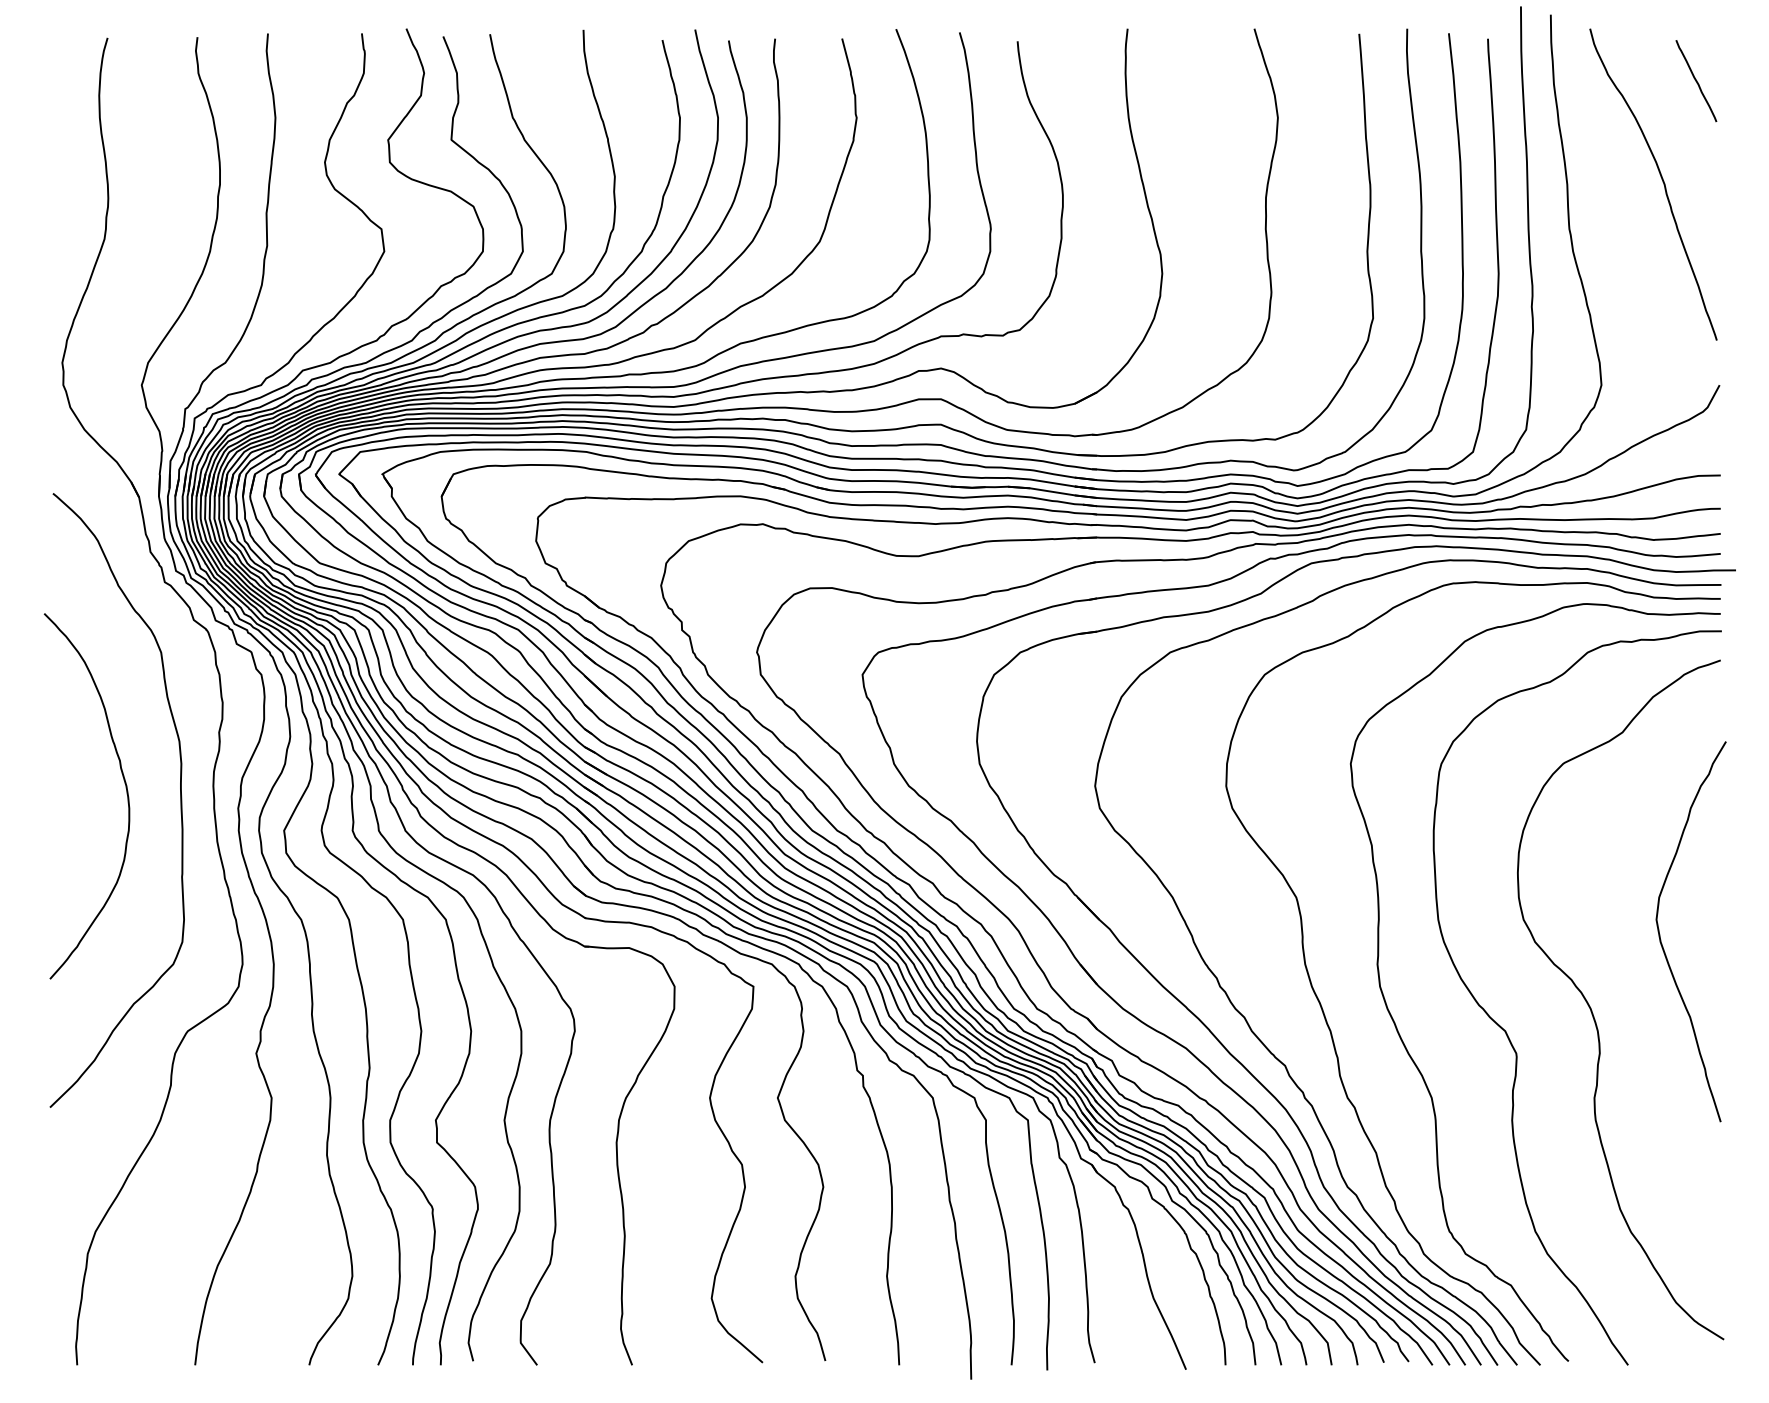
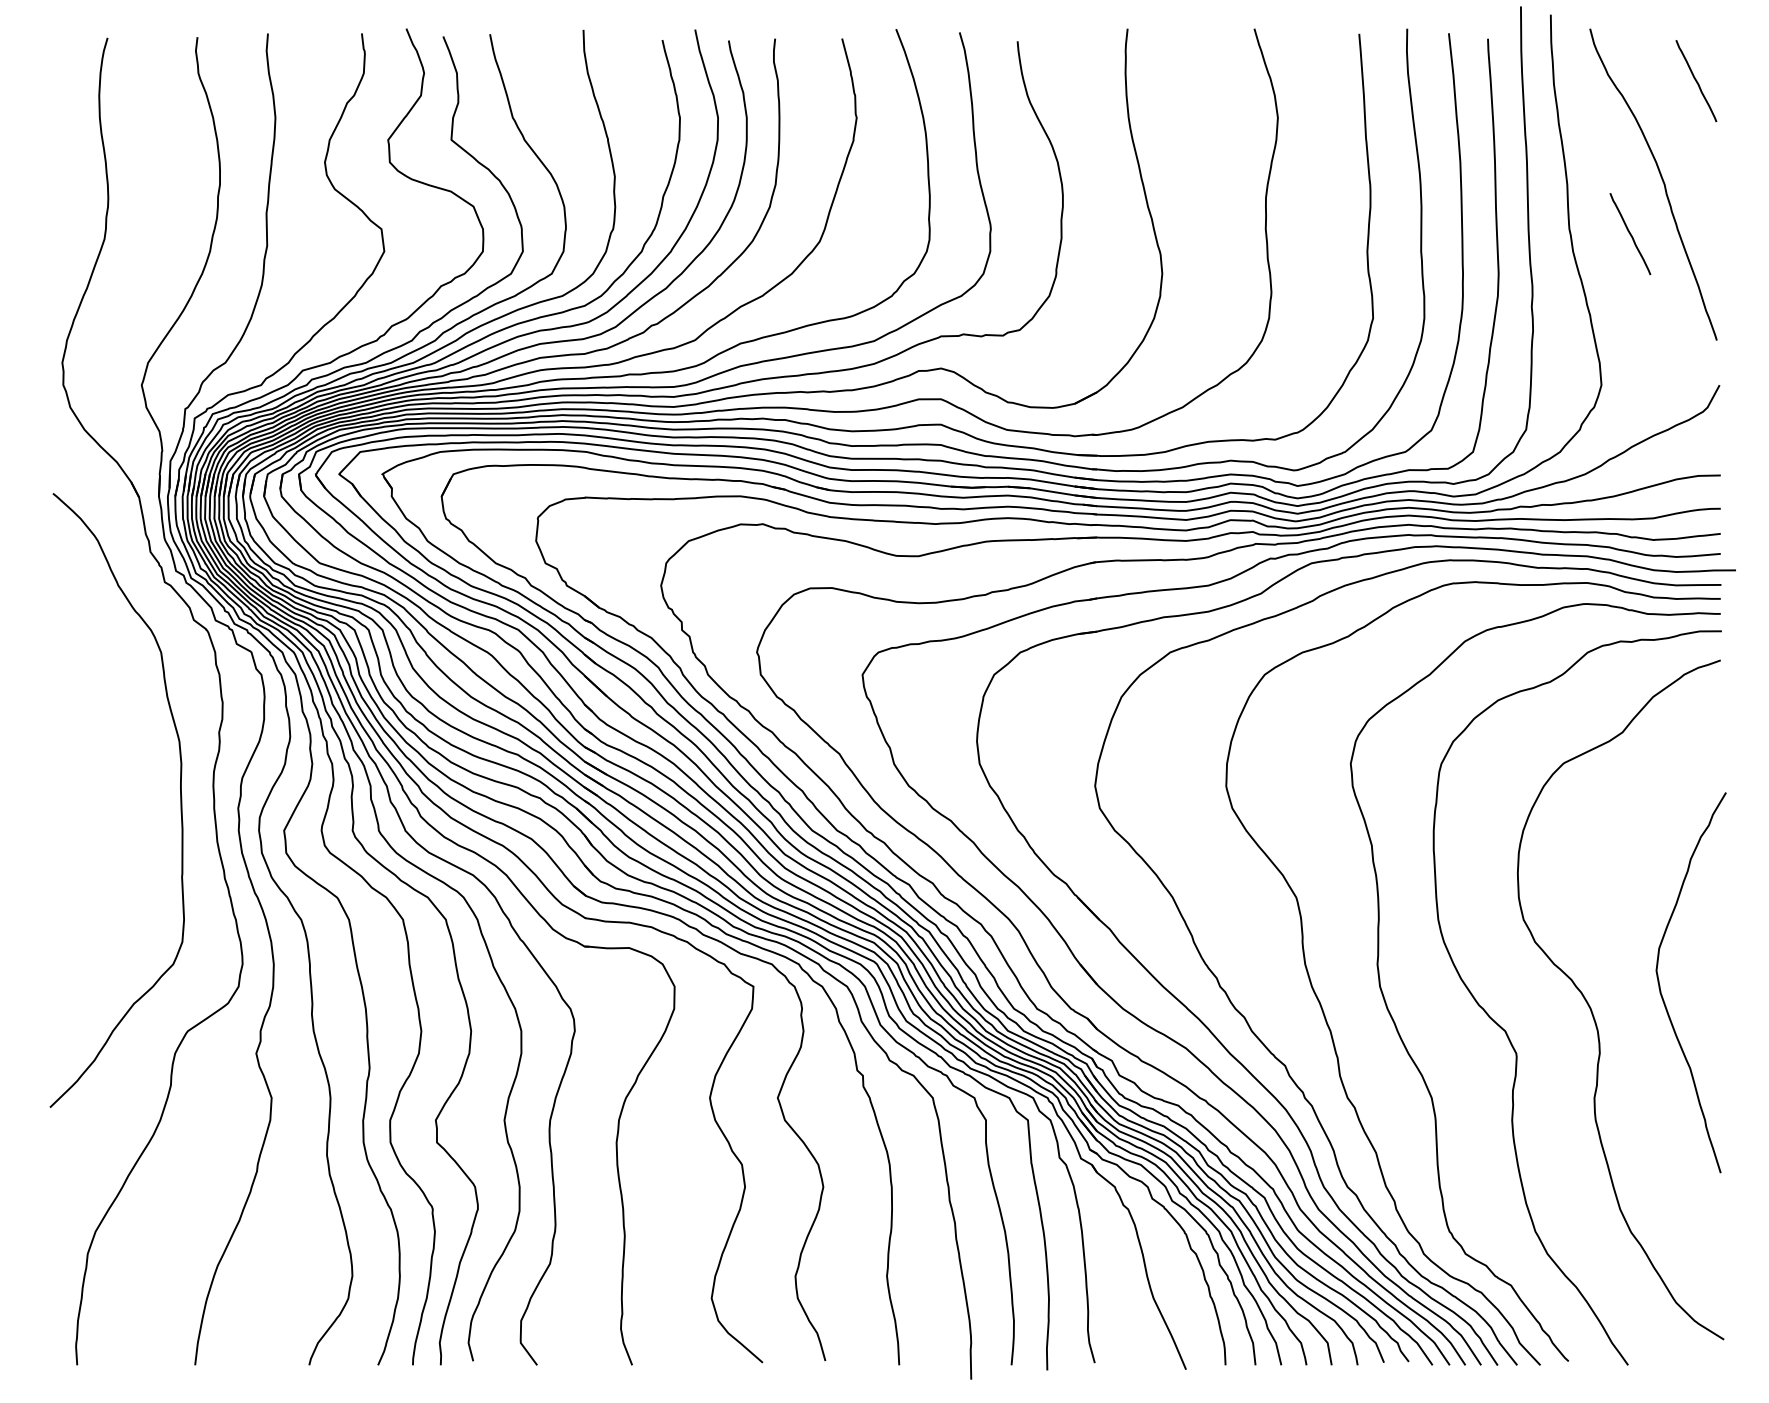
line at (1630, 234): none -> present
curve at (125, 788): present -> none
curve at (1661, 939) position: (1661, 939) -> (1661, 990)
